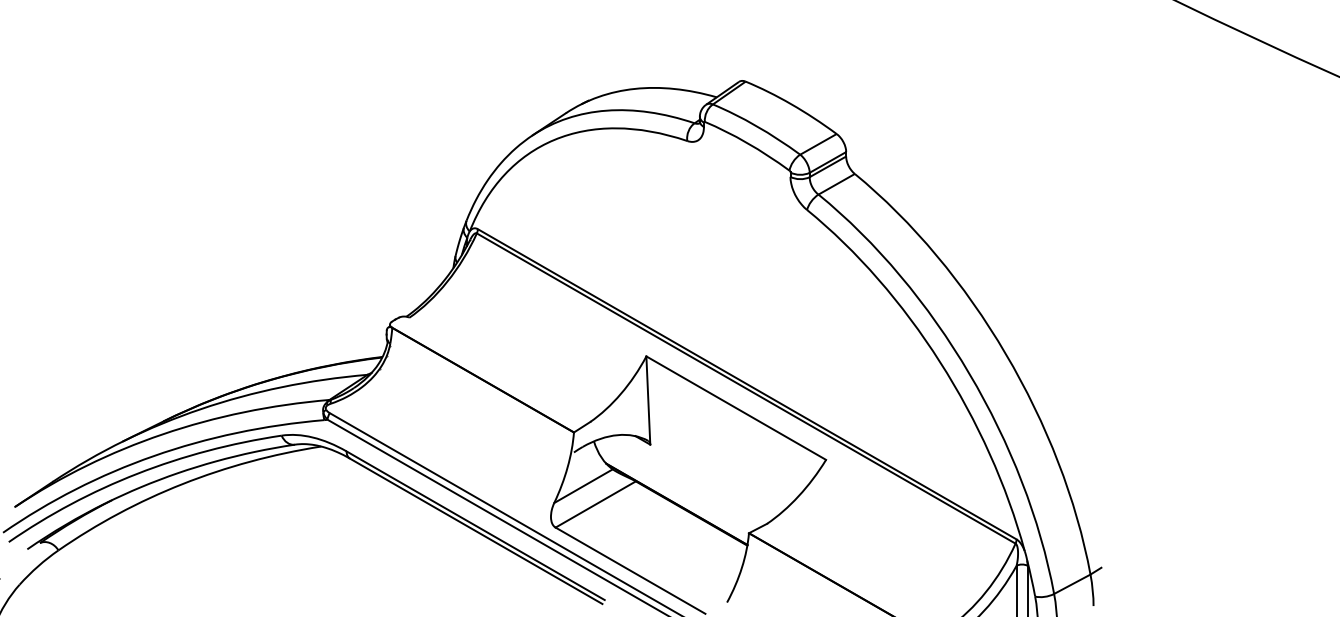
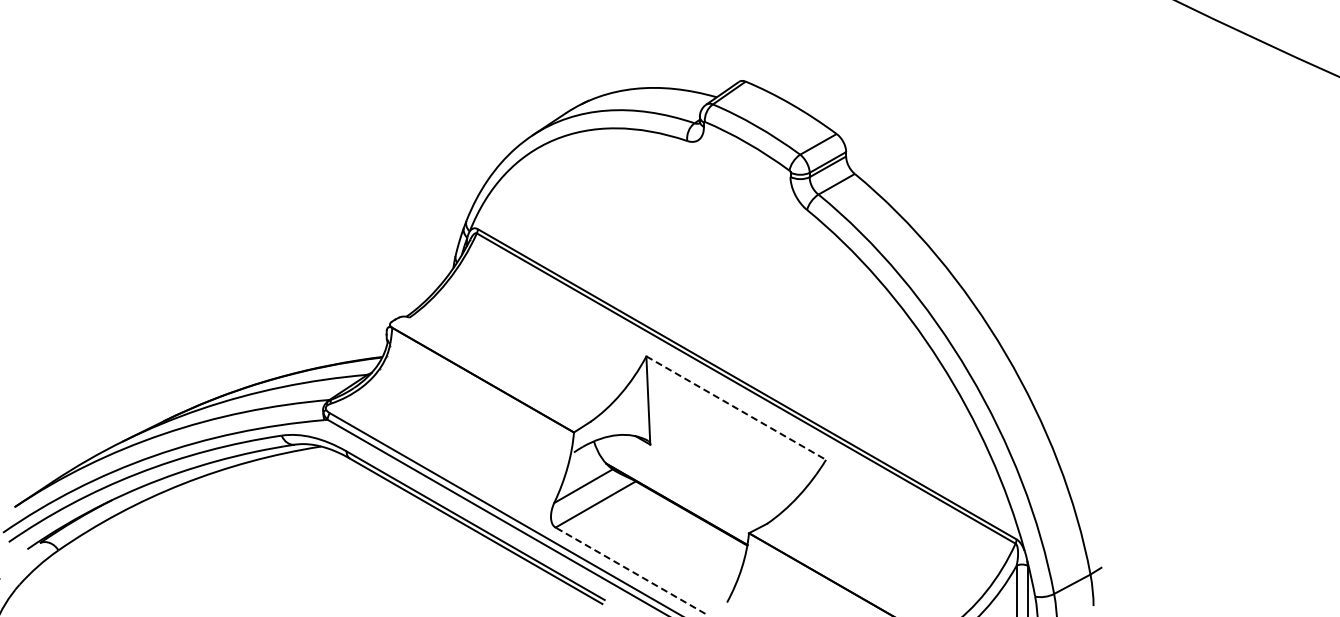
line at (736, 408): solid -> dashed
line at (630, 570): solid -> dashed
